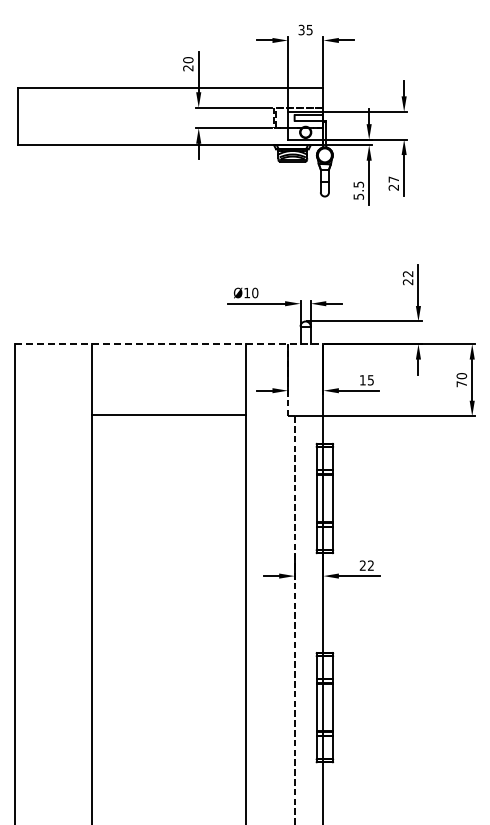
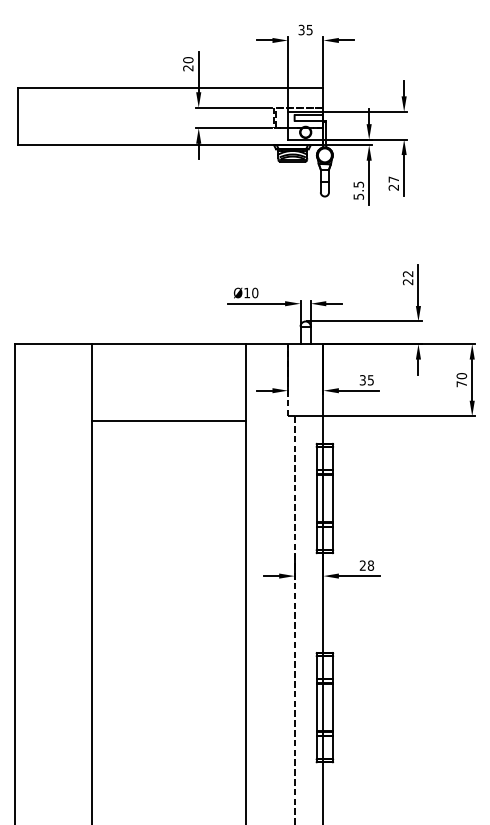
line at (169, 344): dashed -> solid
text at (362, 380): 15 -> 35
line at (168, 415) position: (168, 415) -> (168, 421)
text at (370, 565): 22 -> 28
